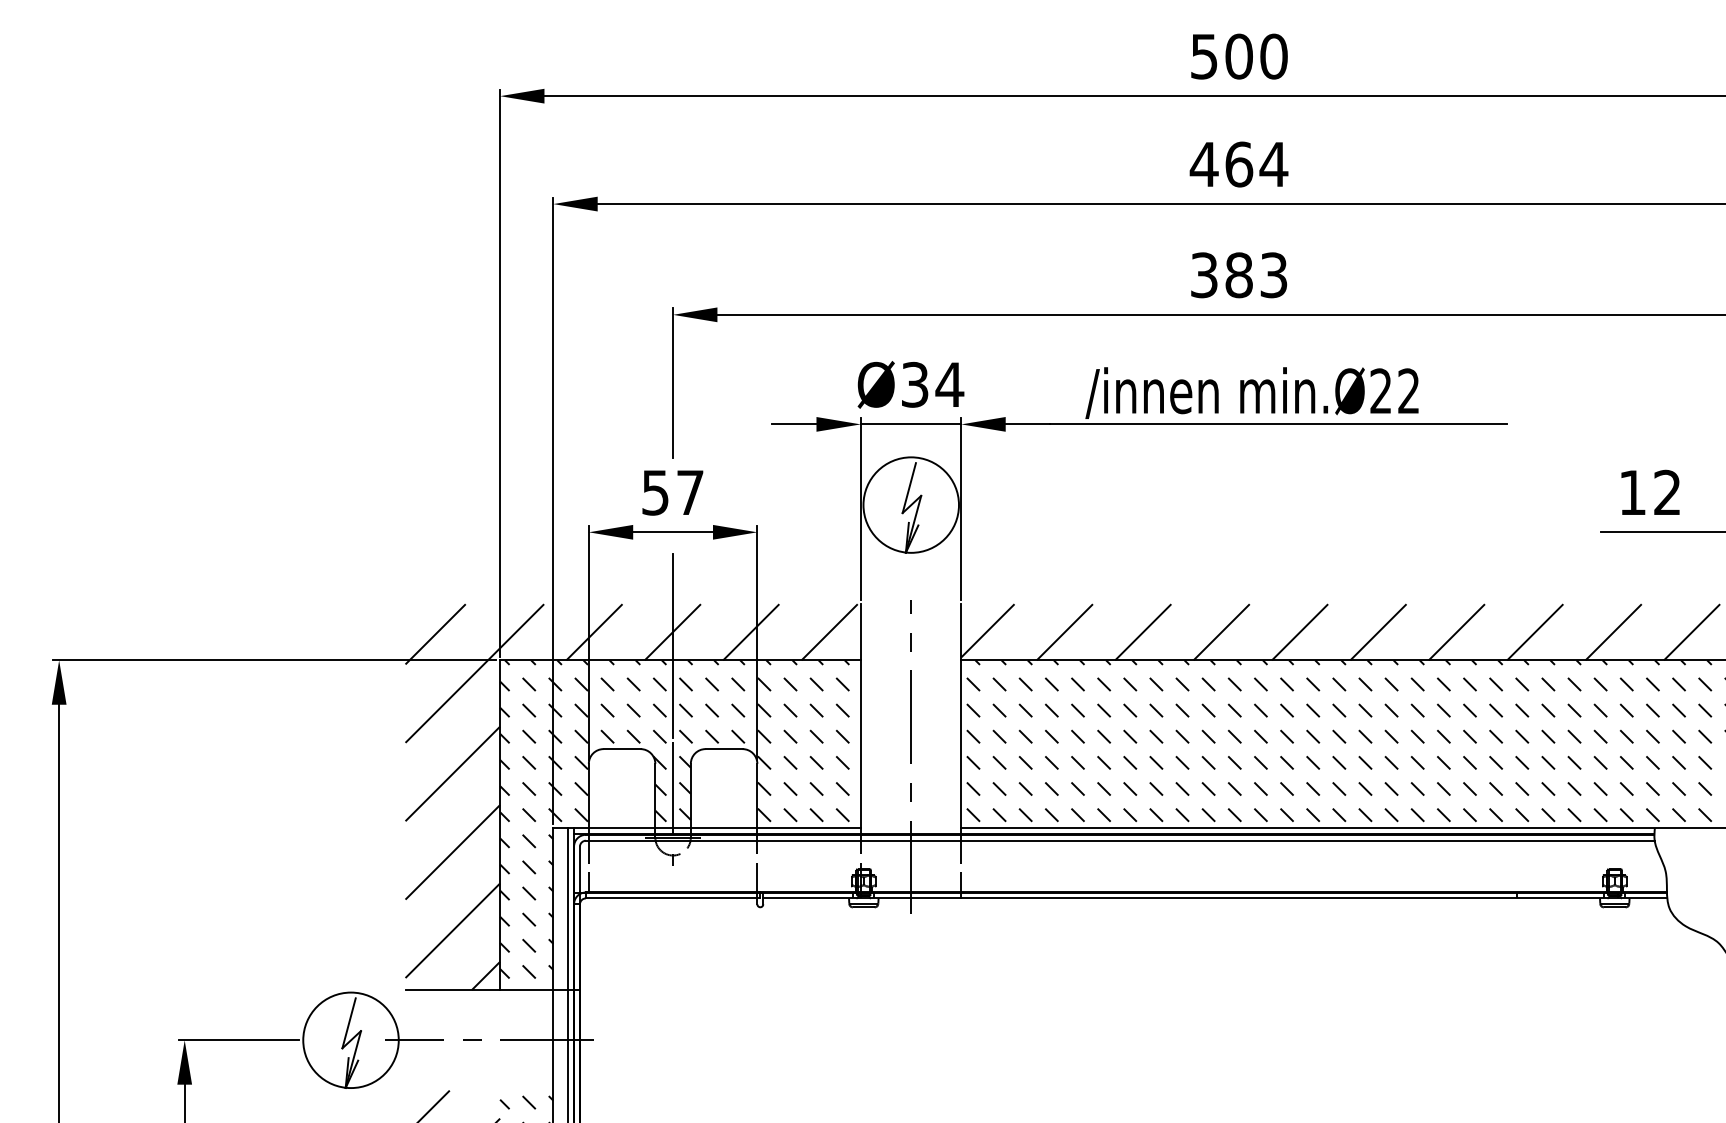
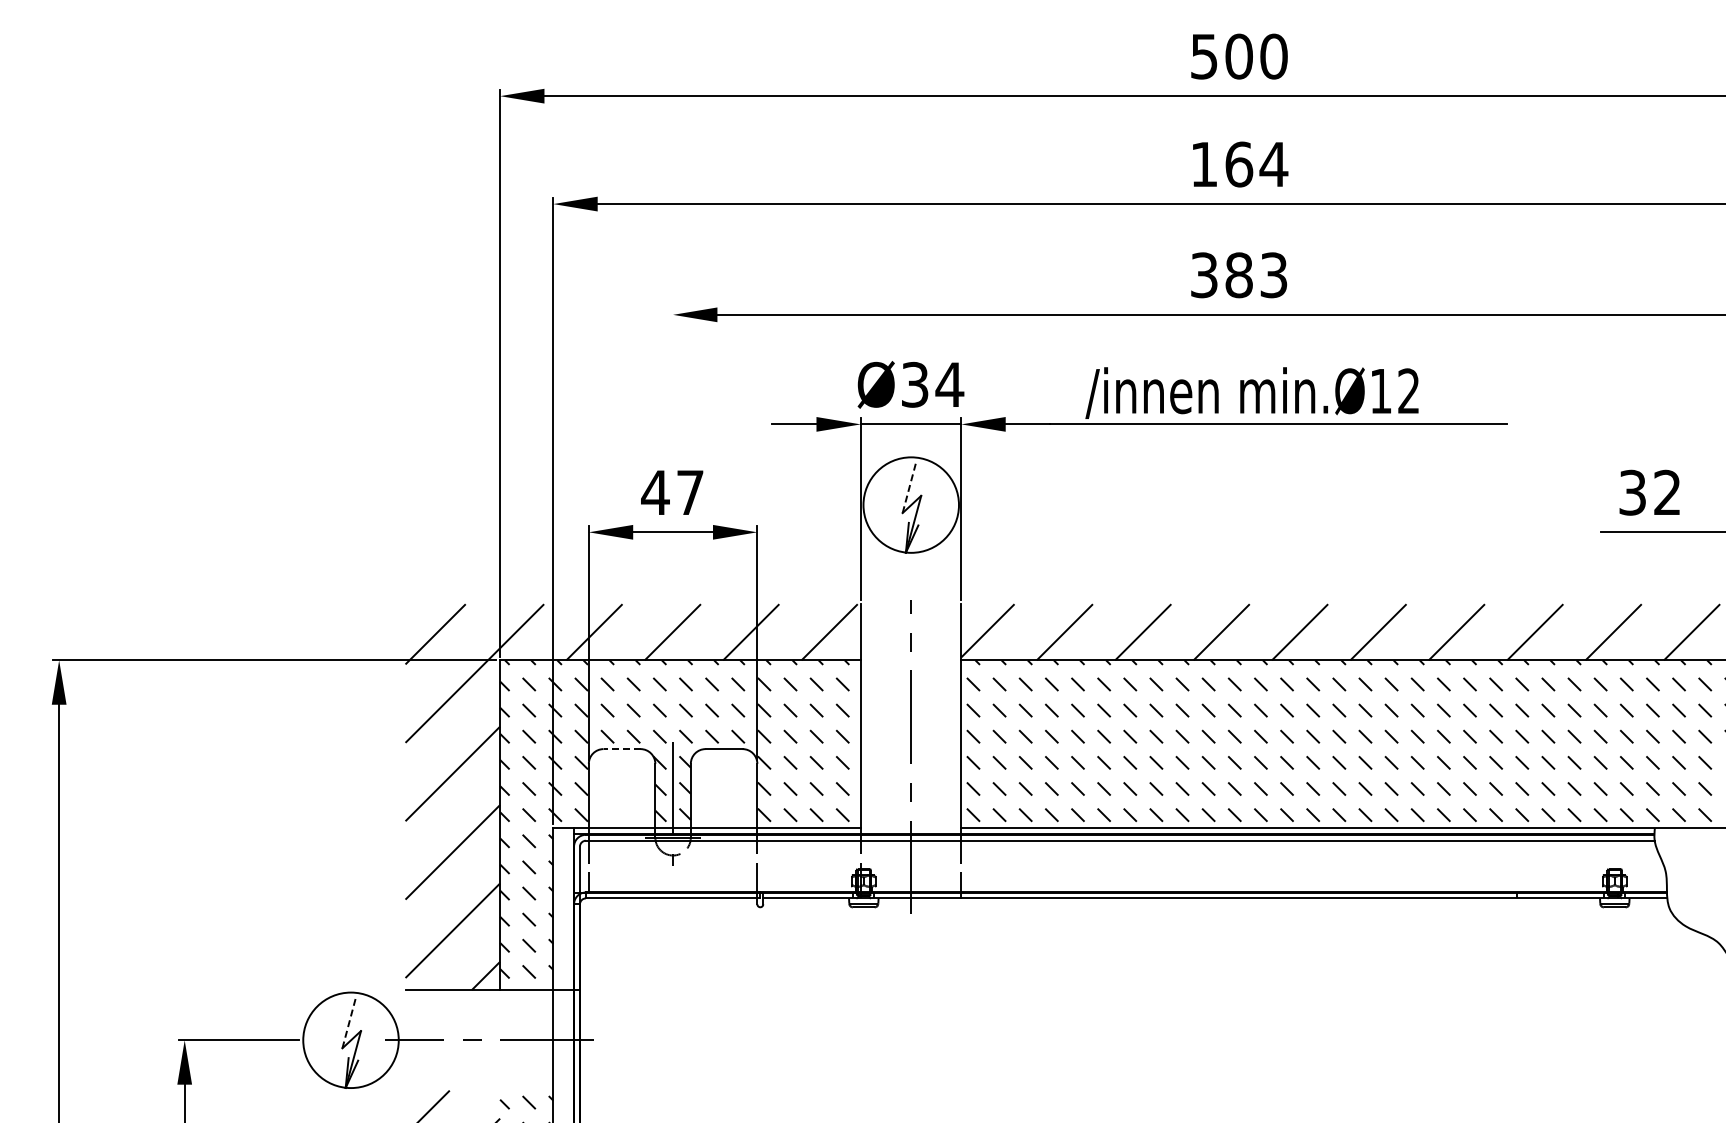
text at (1203, 164): 464 -> 164
line at (673, 382): present -> none
text at (1380, 390): min.Ø22 -> min.Ø12
line at (909, 488): solid -> dashed
text at (655, 492): 57 -> 47
text at (1632, 492): 12 -> 32
line at (673, 645): present -> none
line at (621, 749): solid -> dashed
line at (568, 973): present -> none
line at (349, 1023): solid -> dashed
